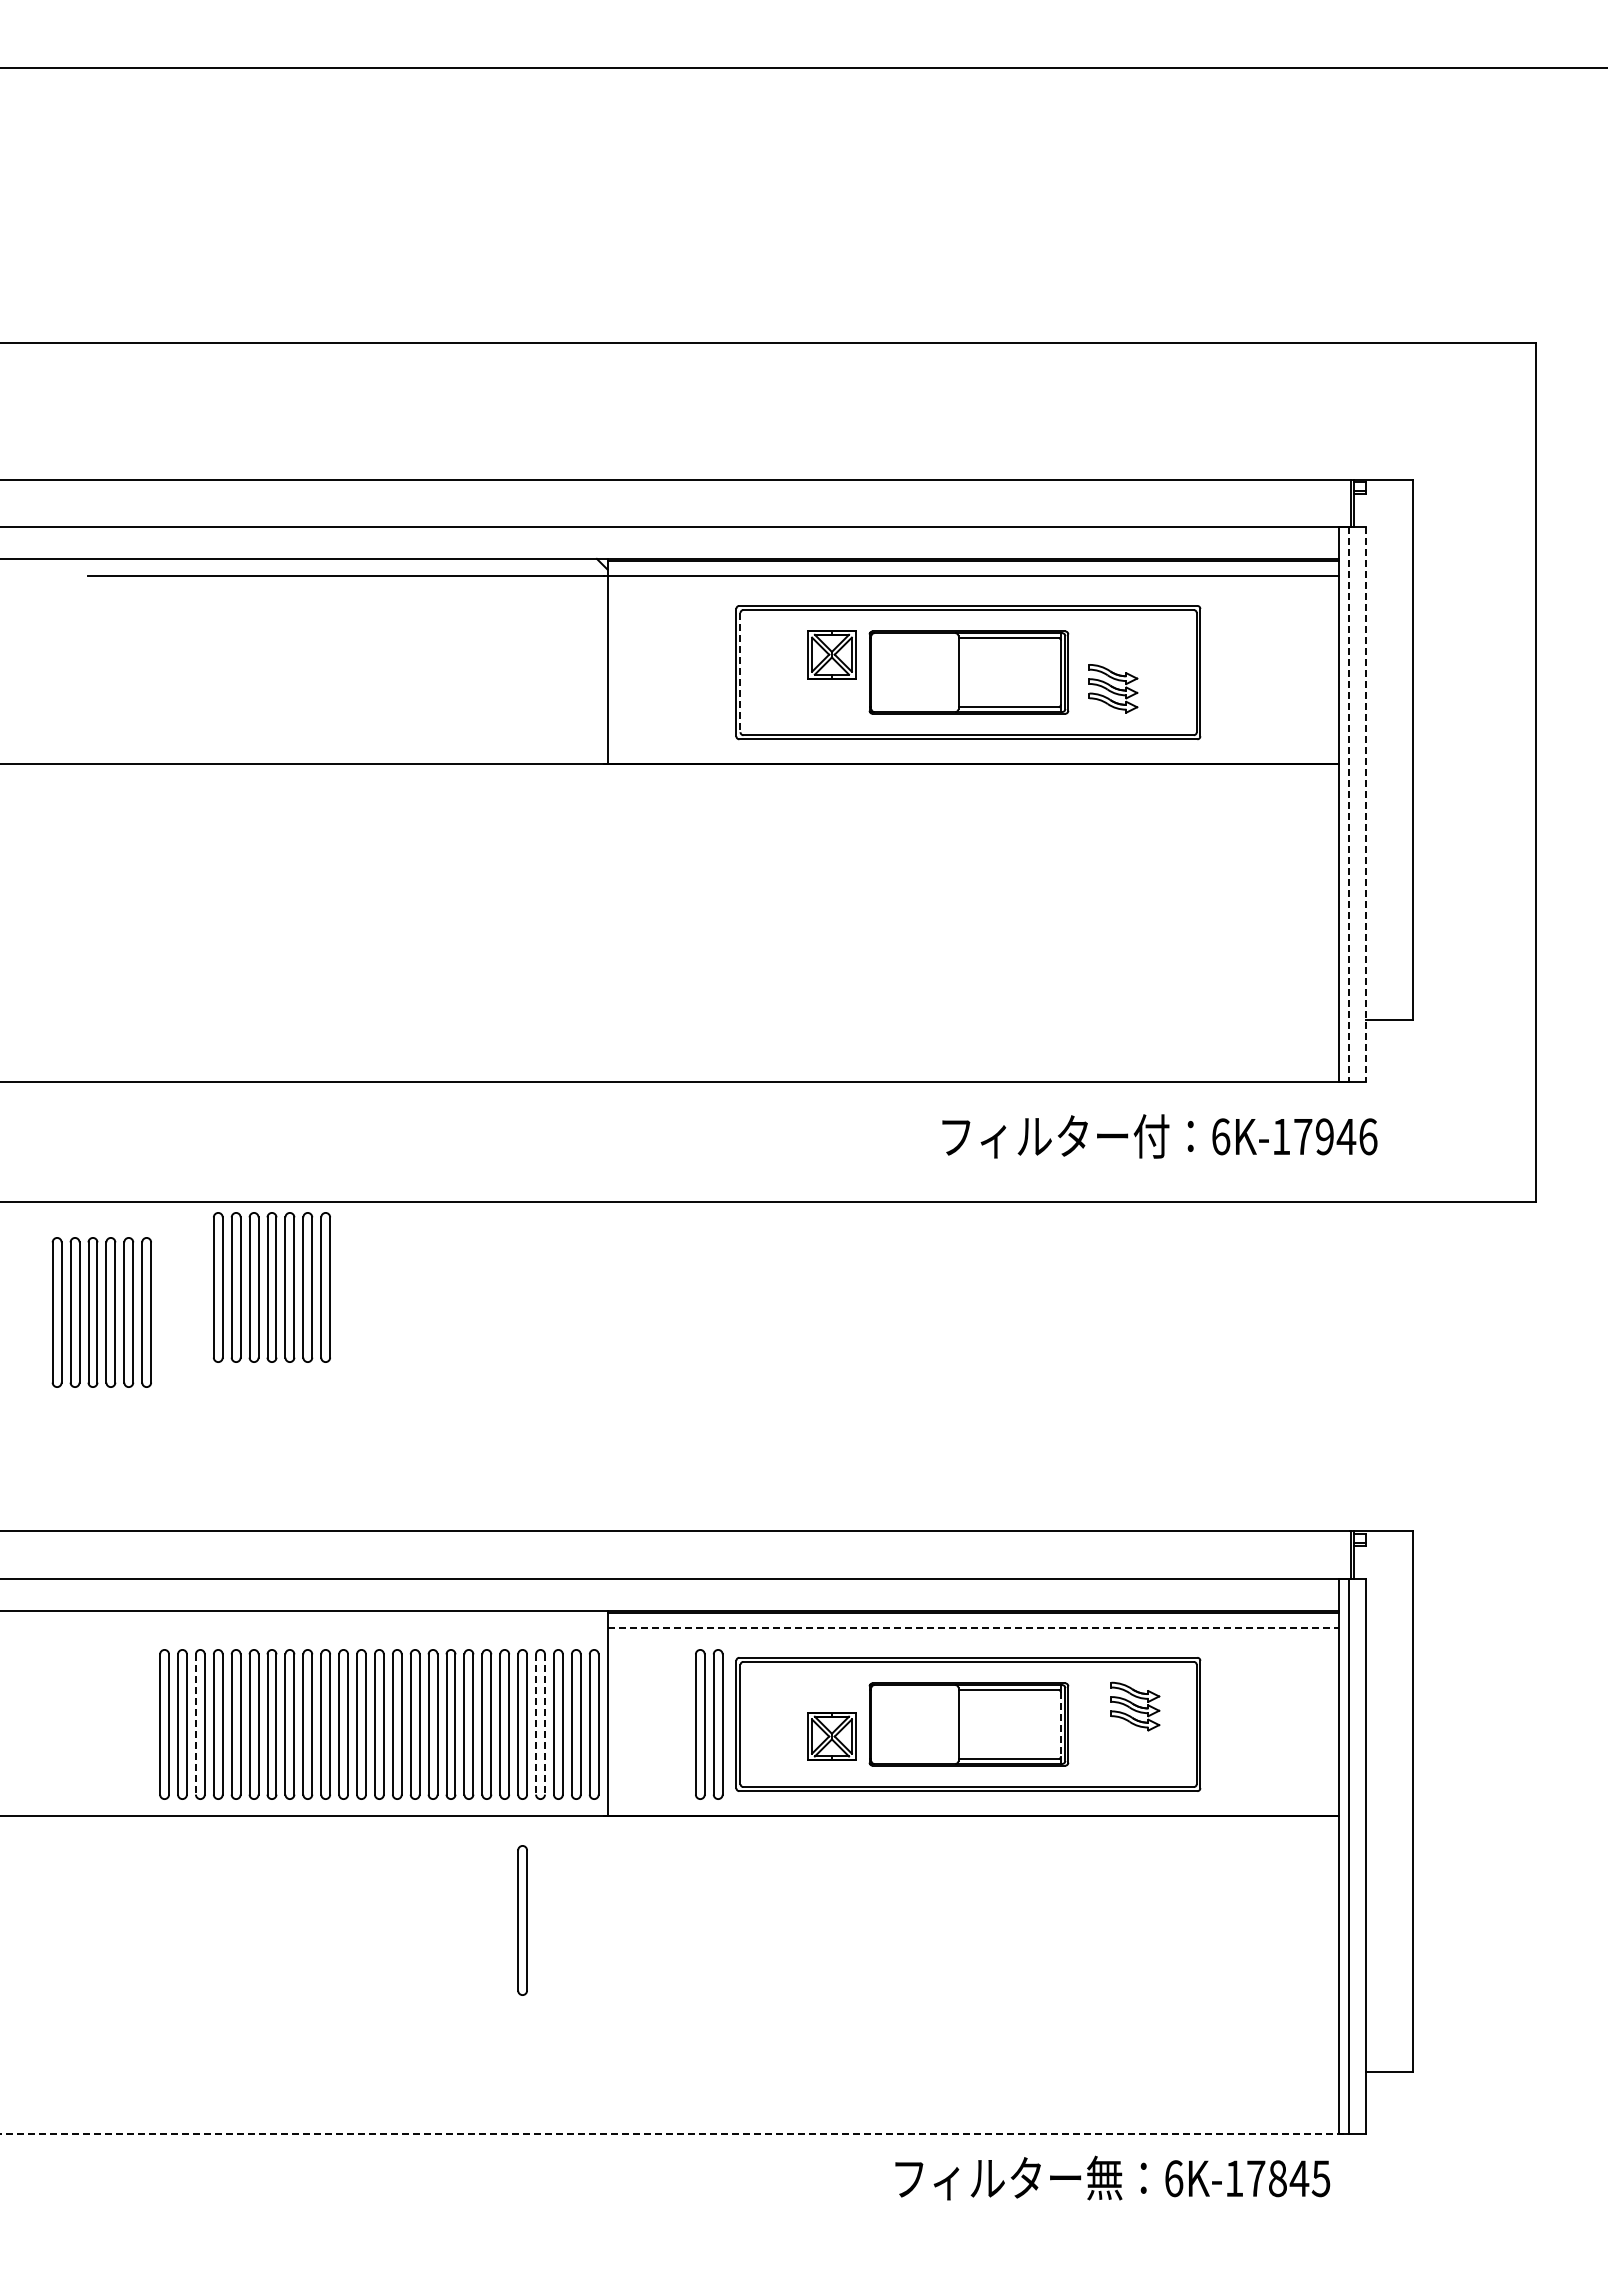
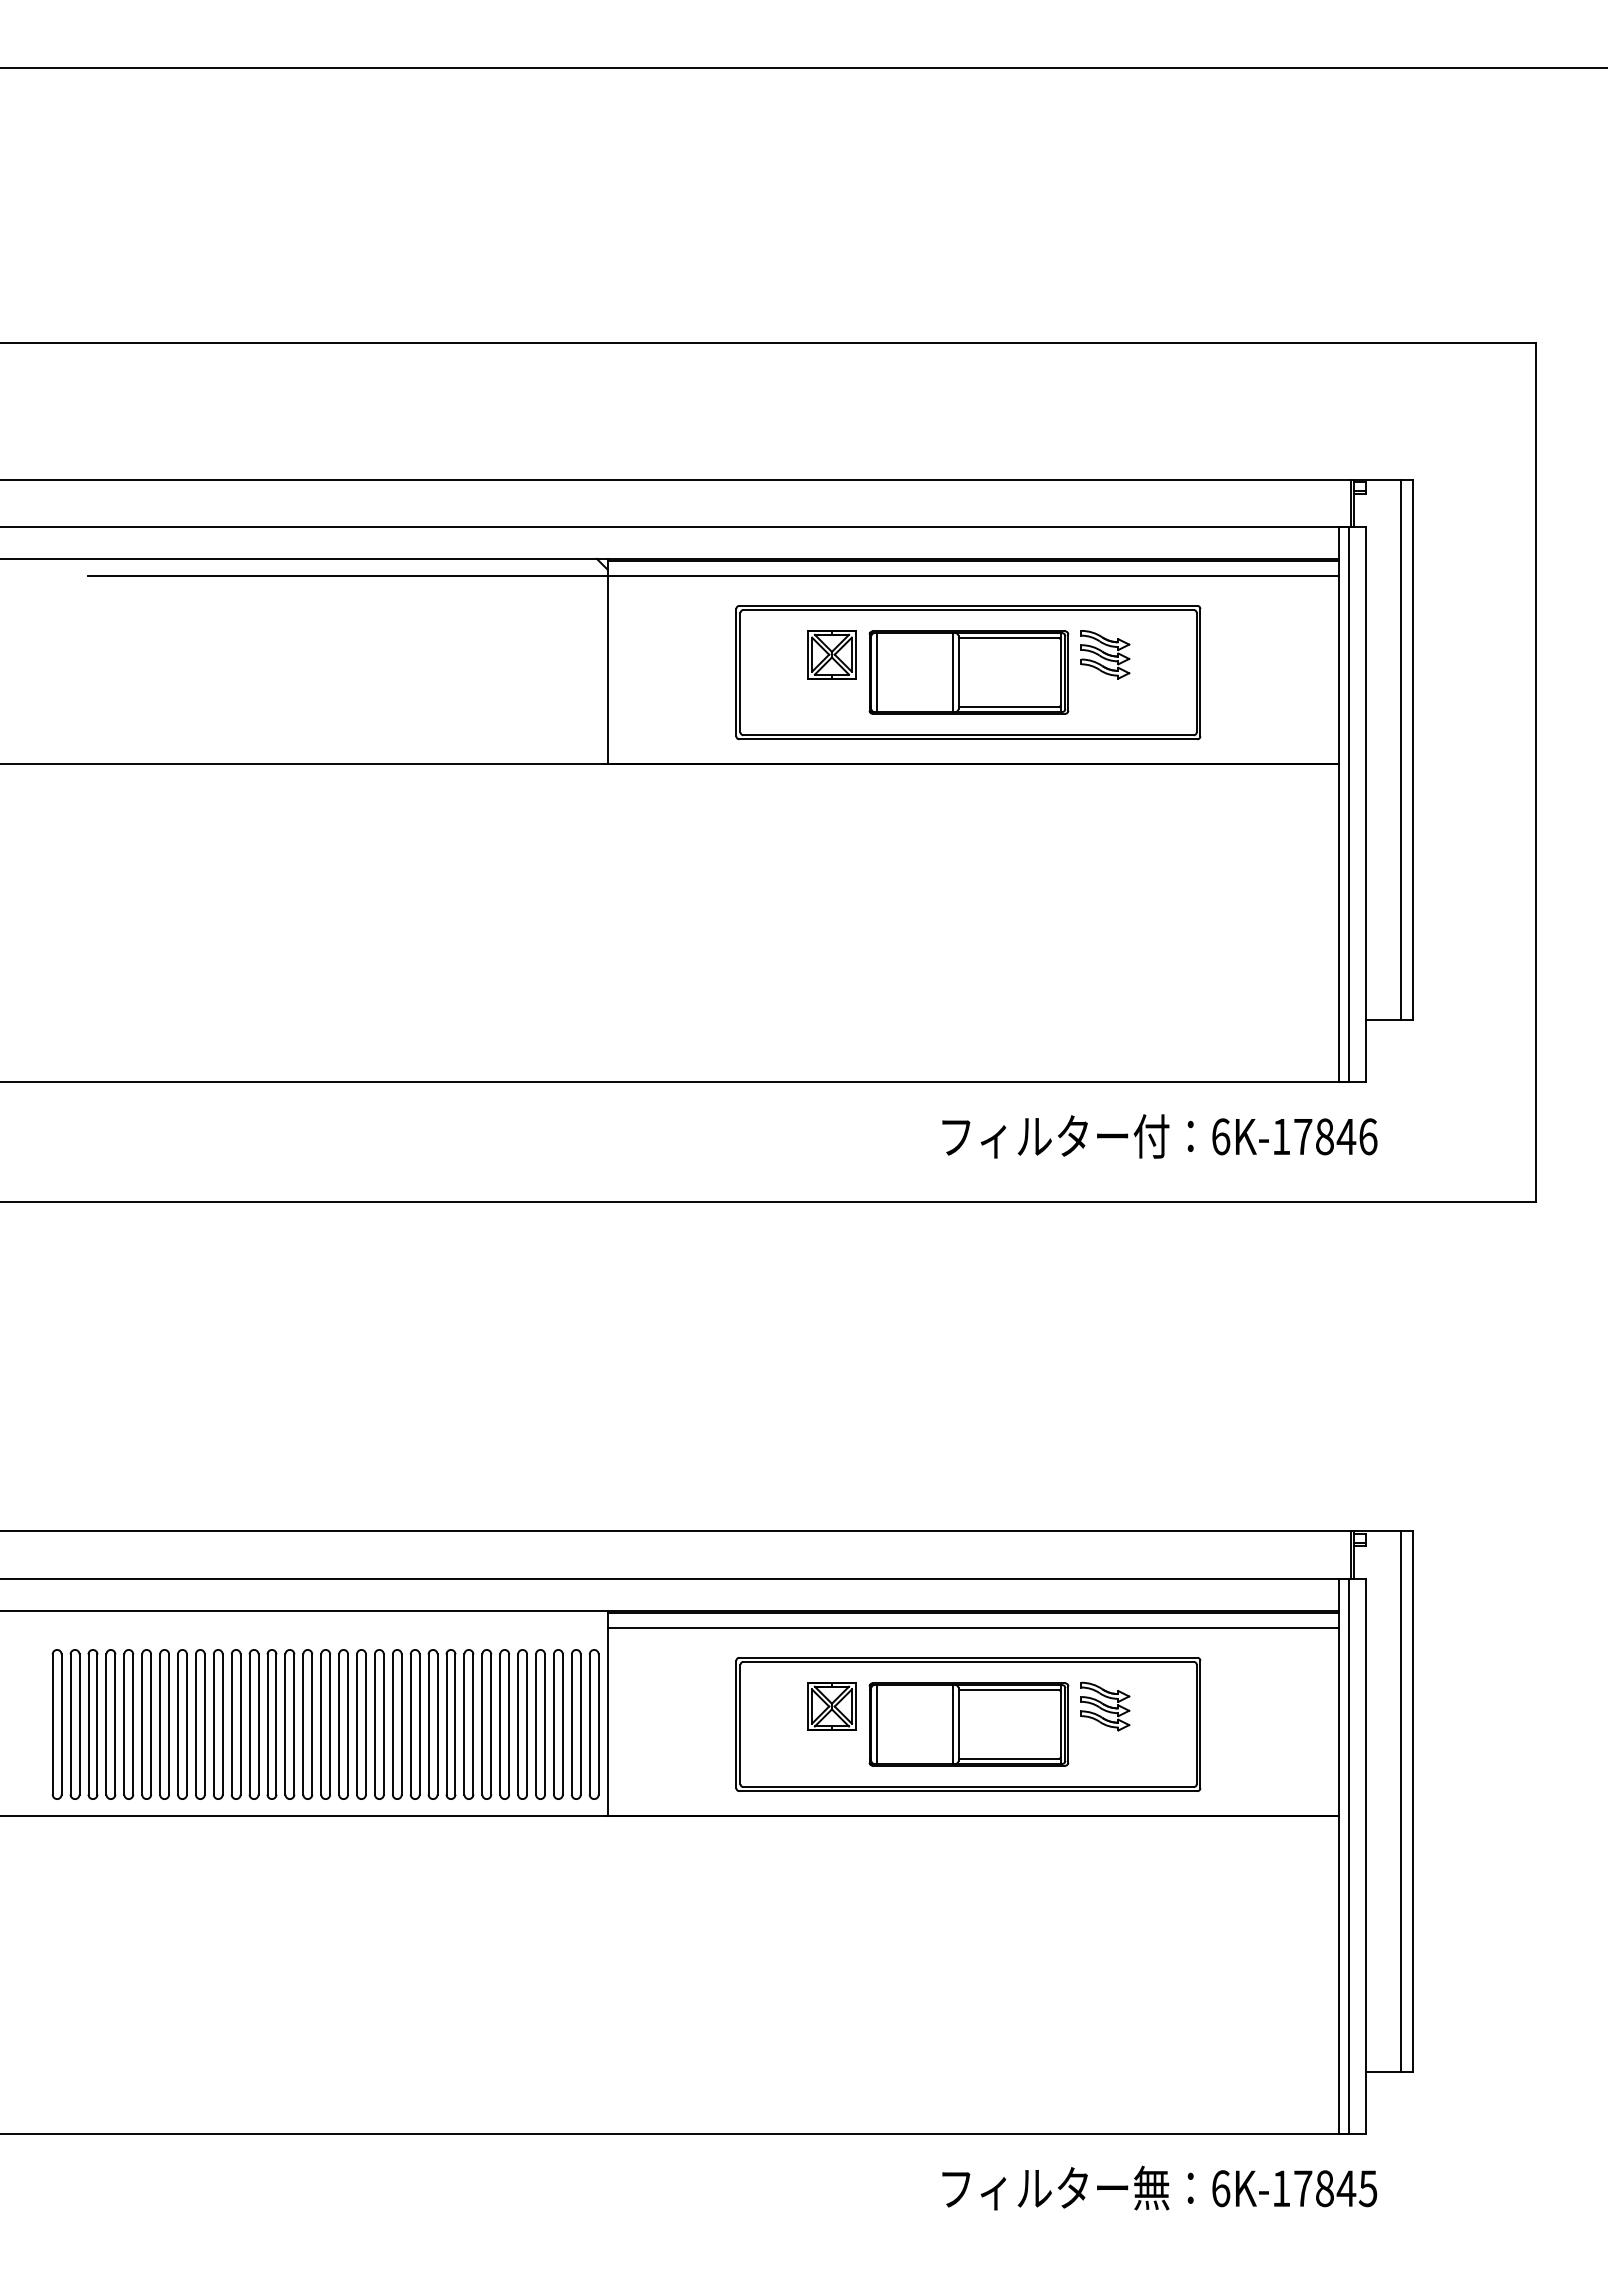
line at (740, 672): dashed -> solid
line at (877, 672): none -> present
line at (952, 672): none -> present
part at (1113, 688) position: (1113, 688) -> (1105, 654)
line at (1401, 749): none -> present
line at (1349, 805): dashed -> solid
line at (1365, 805): dashed -> solid
text at (1324, 1136): 6K-17946 -> 6K-17846
part at (271, 1287): present -> none
part at (101, 1312) position: (101, 1312) -> (101, 1724)
line at (973, 1627): dashed -> solid
part at (1135, 1706) position: (1135, 1706) -> (1105, 1706)
part at (709, 1724): present -> none
line at (877, 1724): none -> present
line at (952, 1724): none -> present
line at (1060, 1724): dashed -> solid
line at (195, 1725): dashed -> solid
line at (536, 1725): dashed -> solid
line at (545, 1725): dashed -> solid
part at (831, 1736) position: (831, 1736) -> (831, 1706)
line at (1401, 1801): none -> present
part at (522, 1920): present -> none
line at (675, 2134): dashed -> solid
text at (1112, 2177) position: (1112, 2177) -> (1159, 2187)
